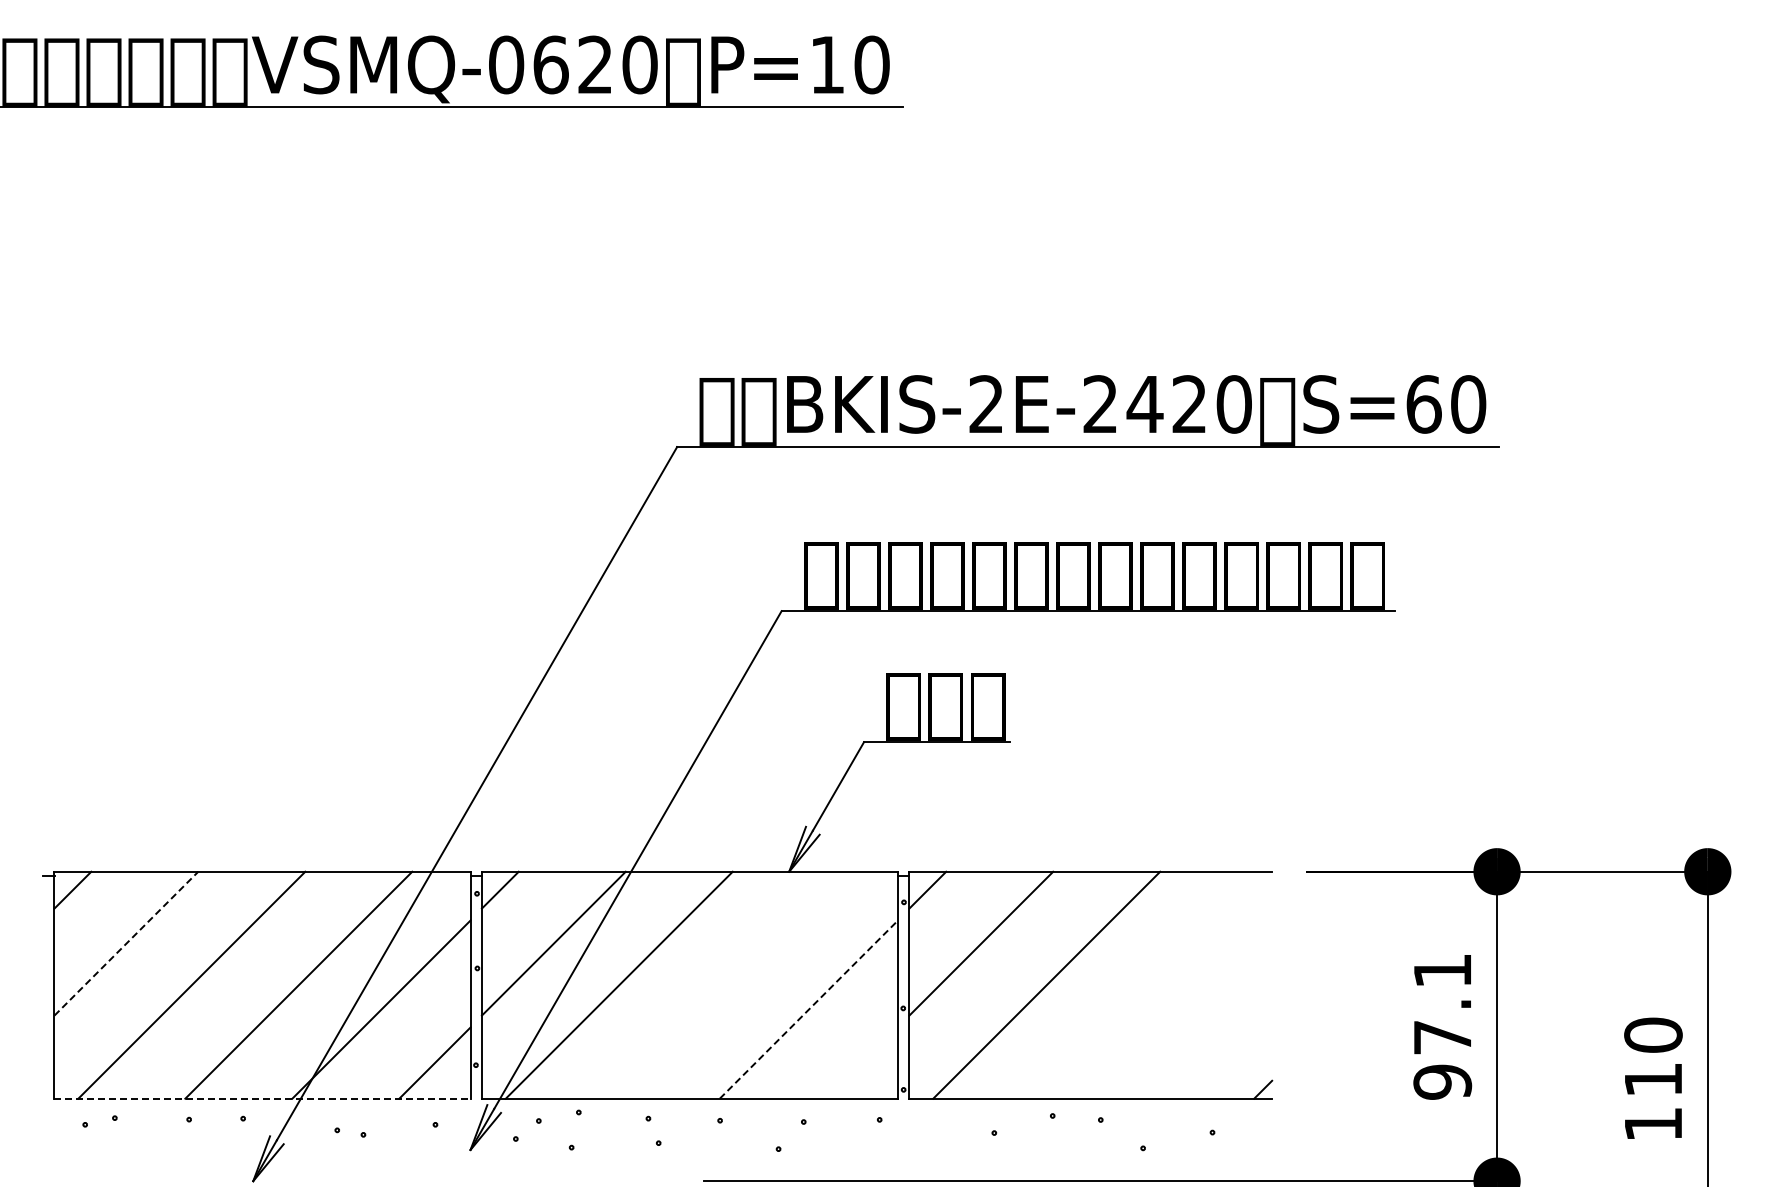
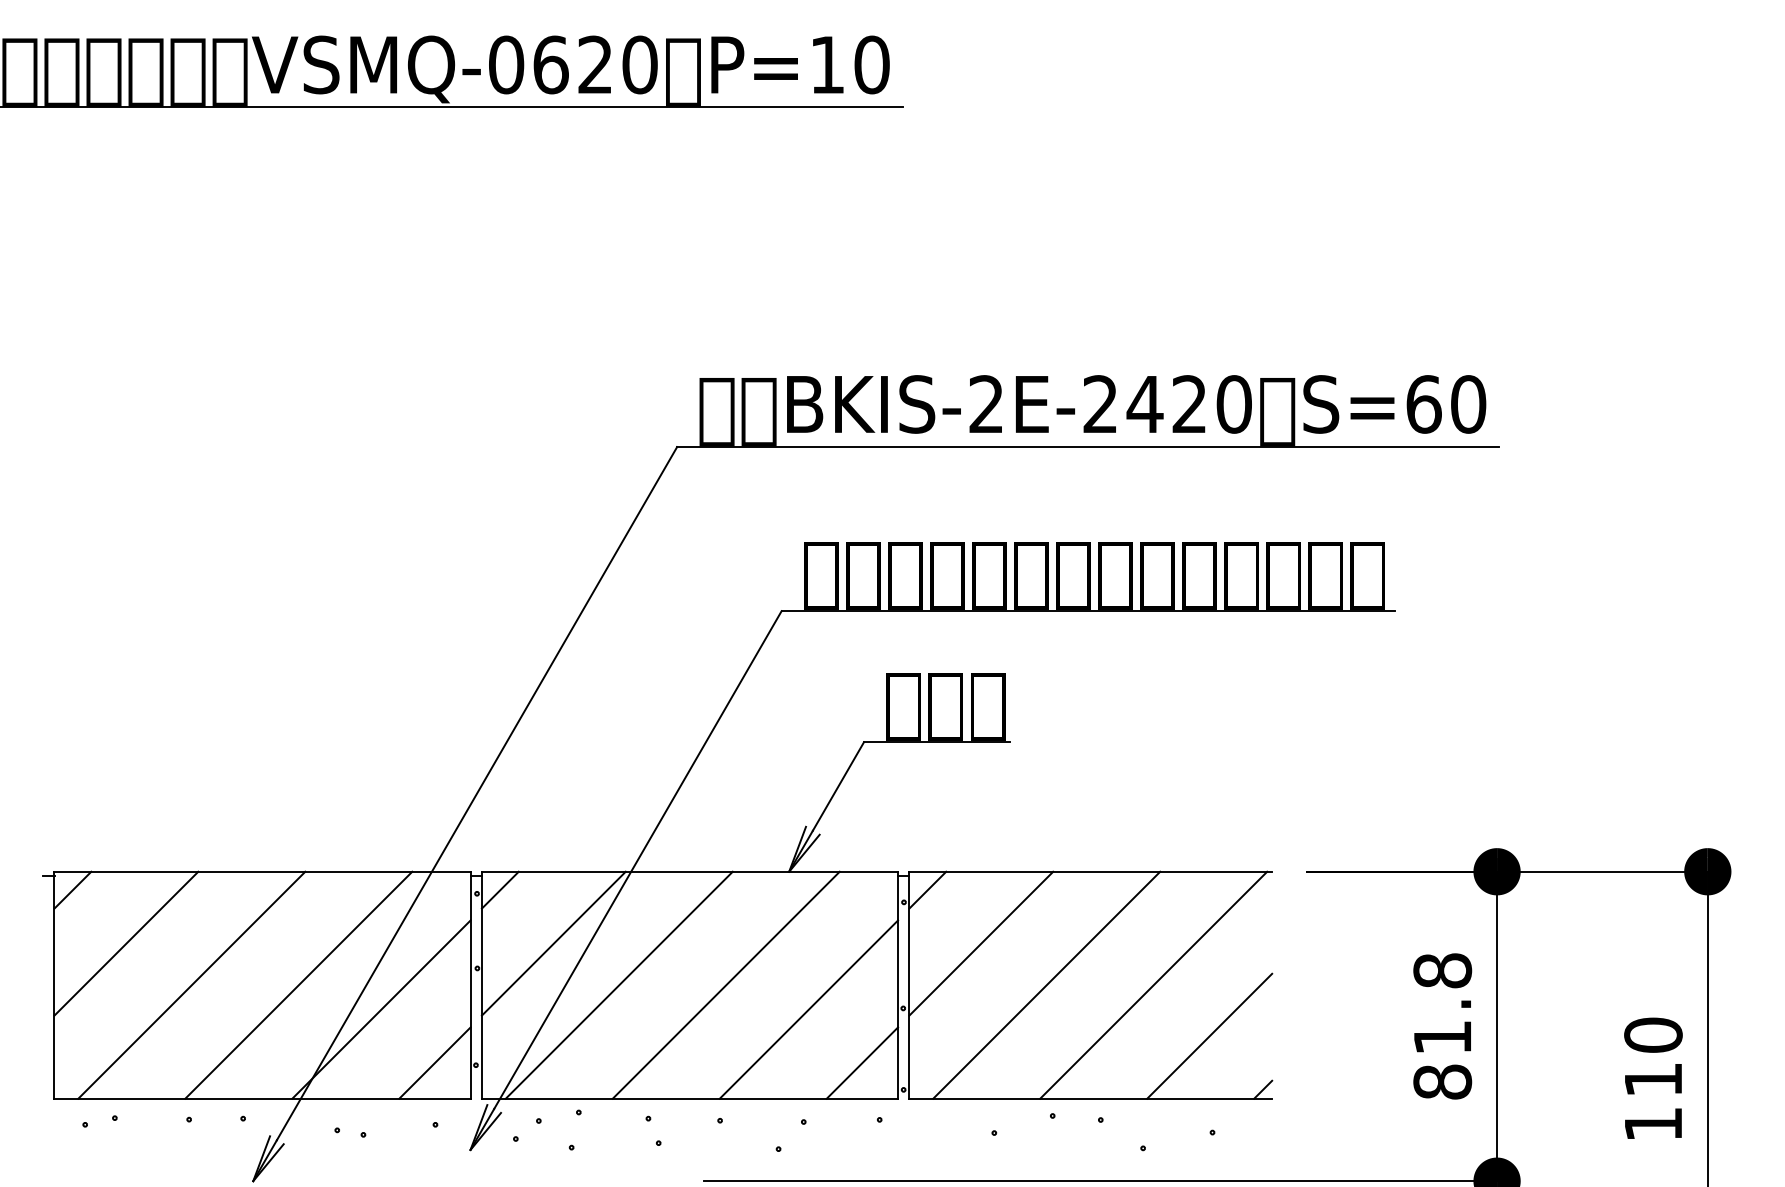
line at (126, 943): dashed -> solid
line at (725, 984): none -> present
line at (1153, 984): none -> present
line at (809, 1009): dashed -> solid
text at (1442, 1026): 97.1 -> 81.8
line at (1209, 1035): none -> present
line at (862, 1062): none -> present
line at (263, 1098): dashed -> solid
